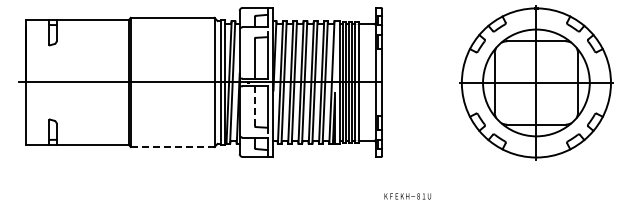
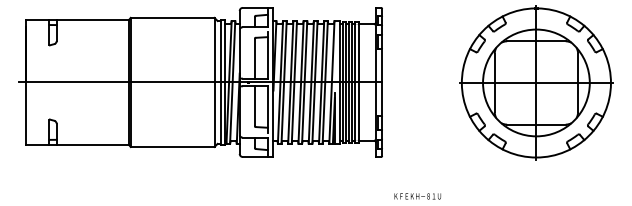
line at (255, 105): dashed -> solid
line at (172, 146): dashed -> solid
text at (407, 196) position: (407, 196) -> (417, 196)
